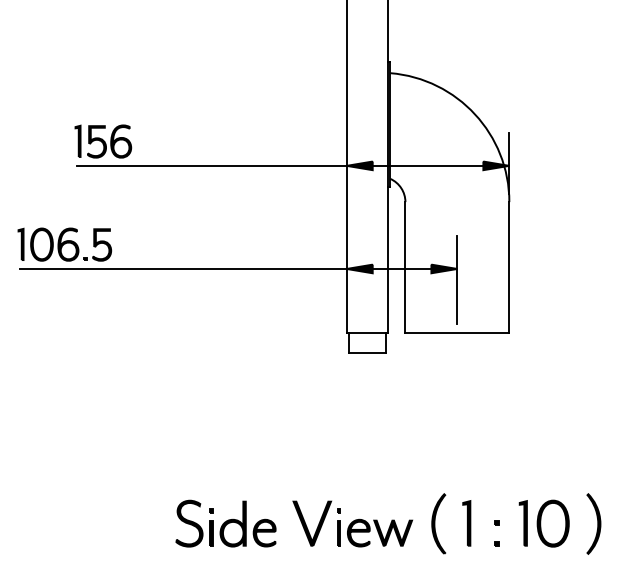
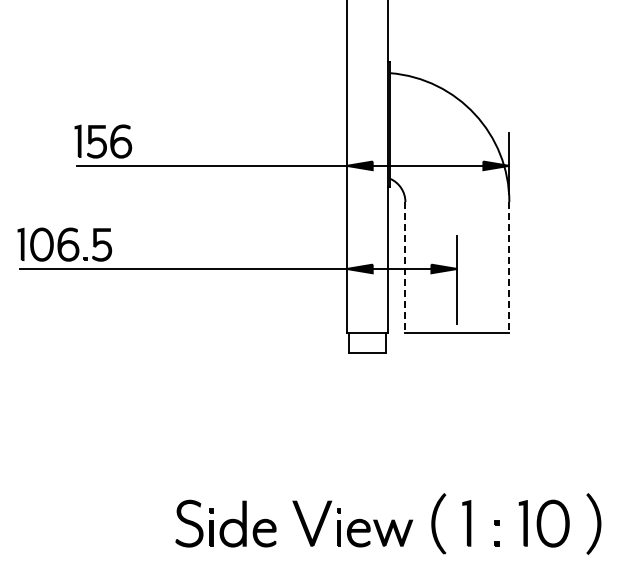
line at (405, 267): solid -> dashed
line at (509, 267): solid -> dashed
